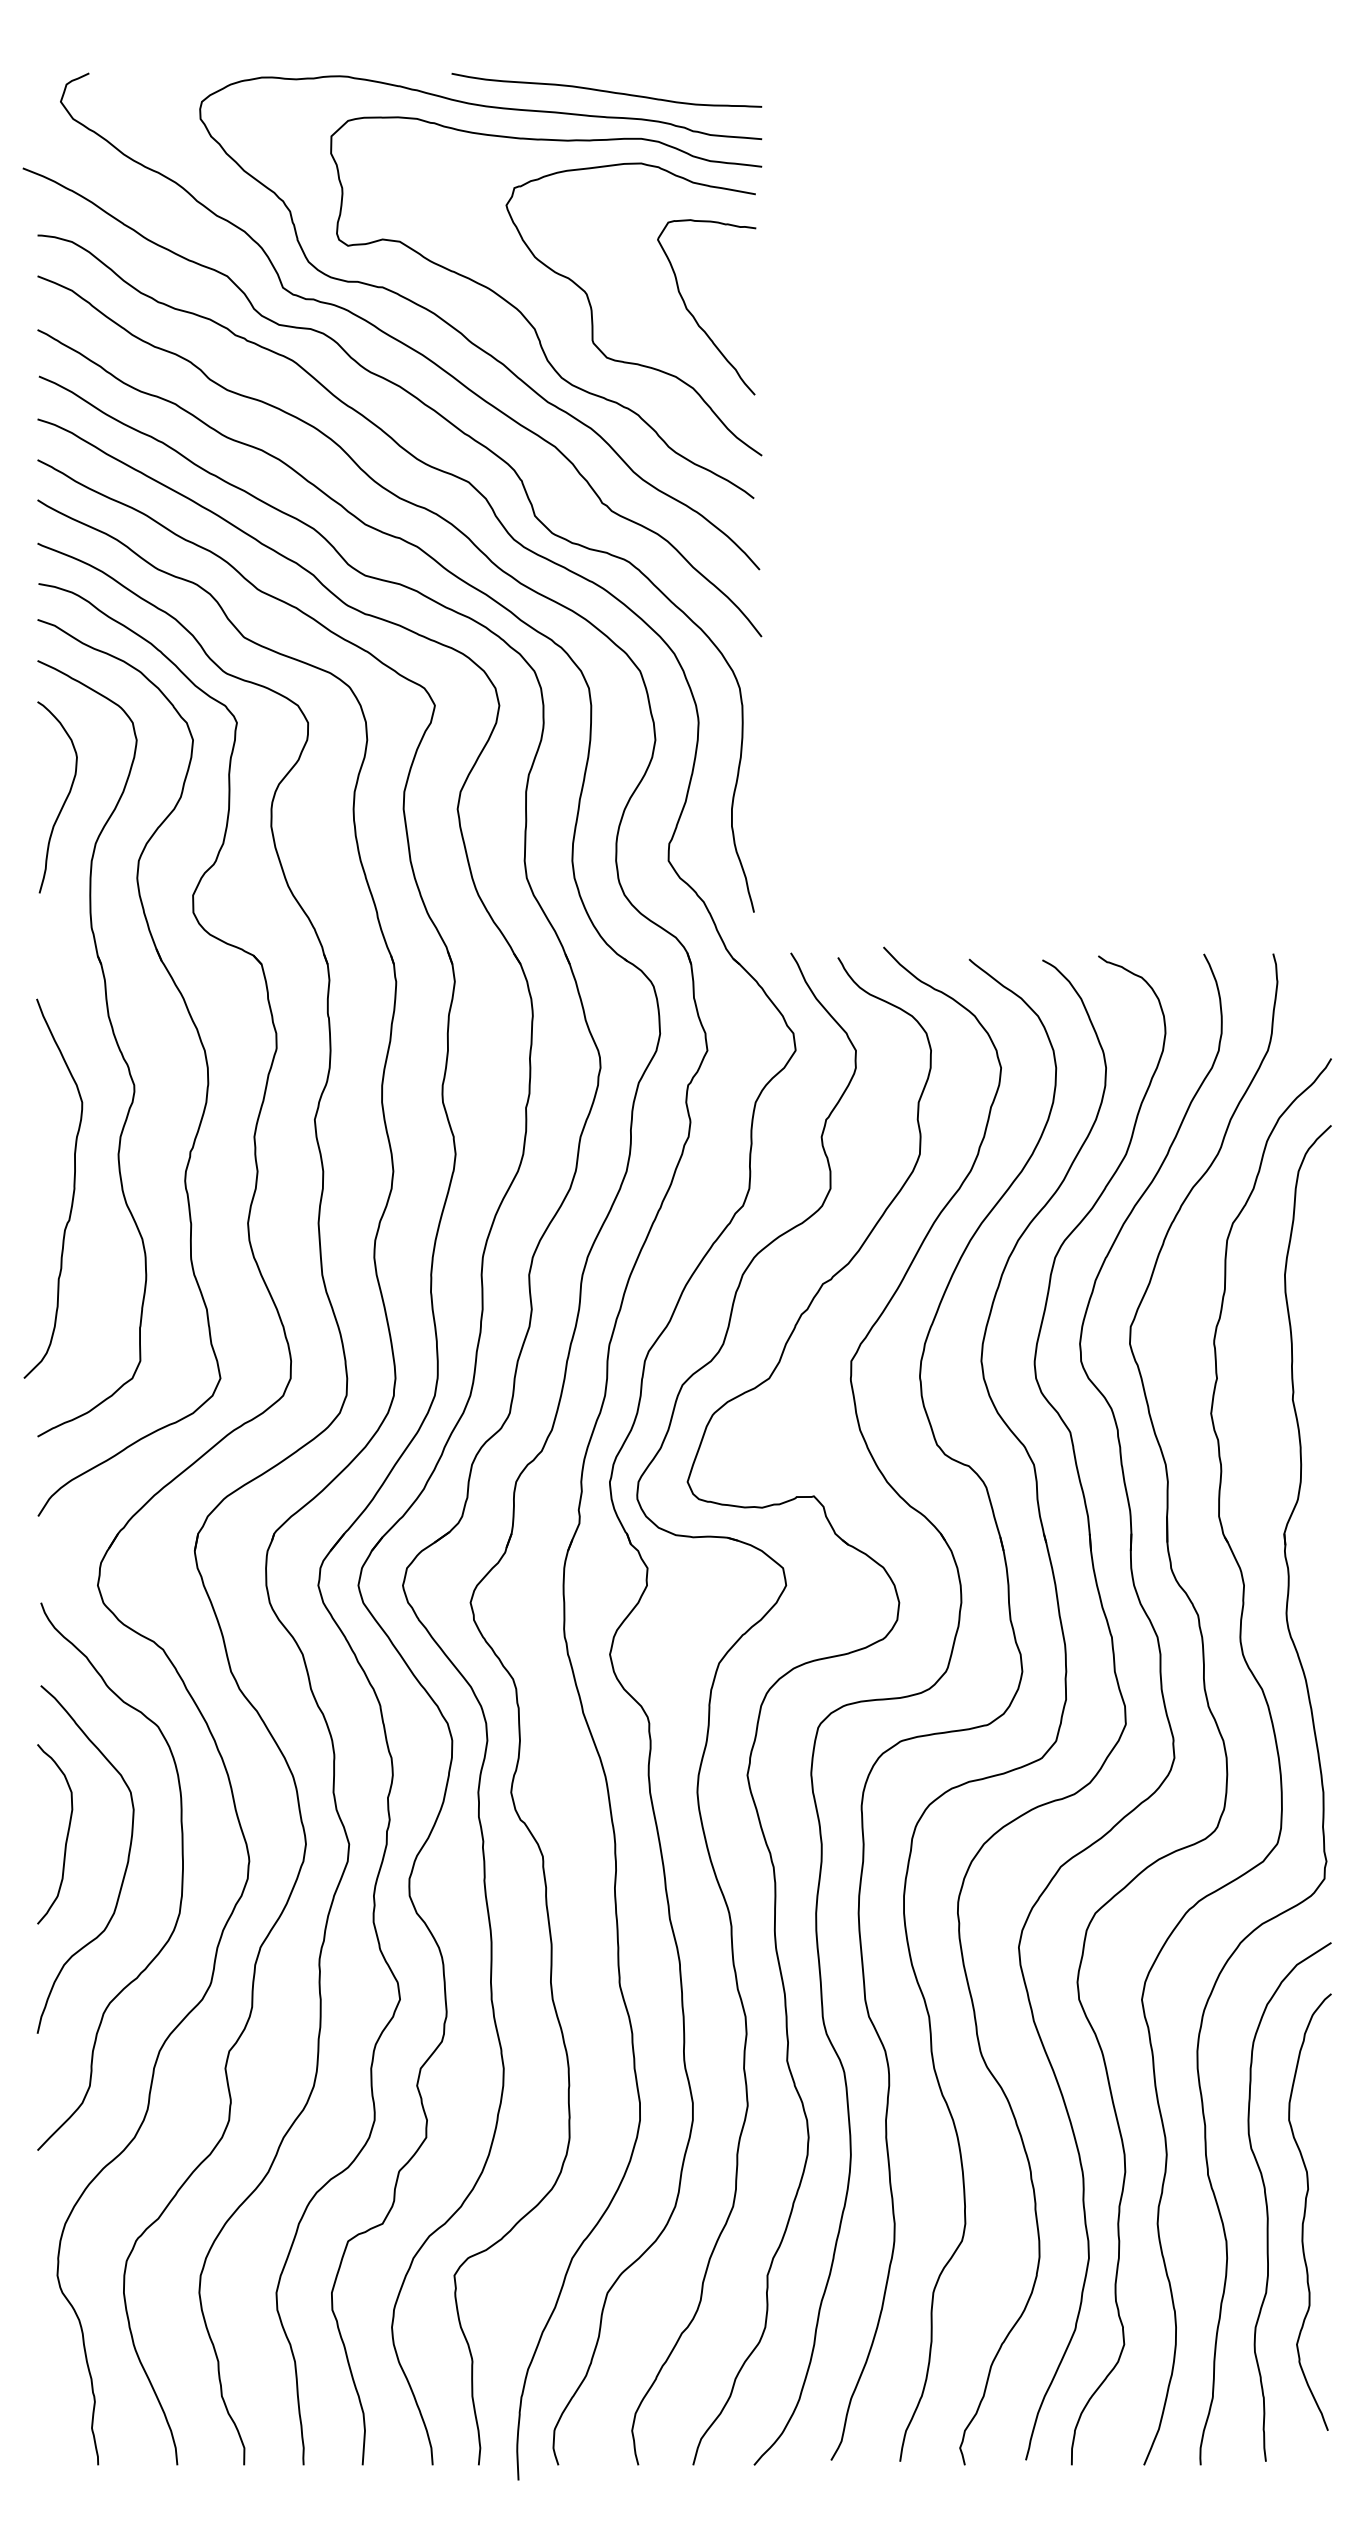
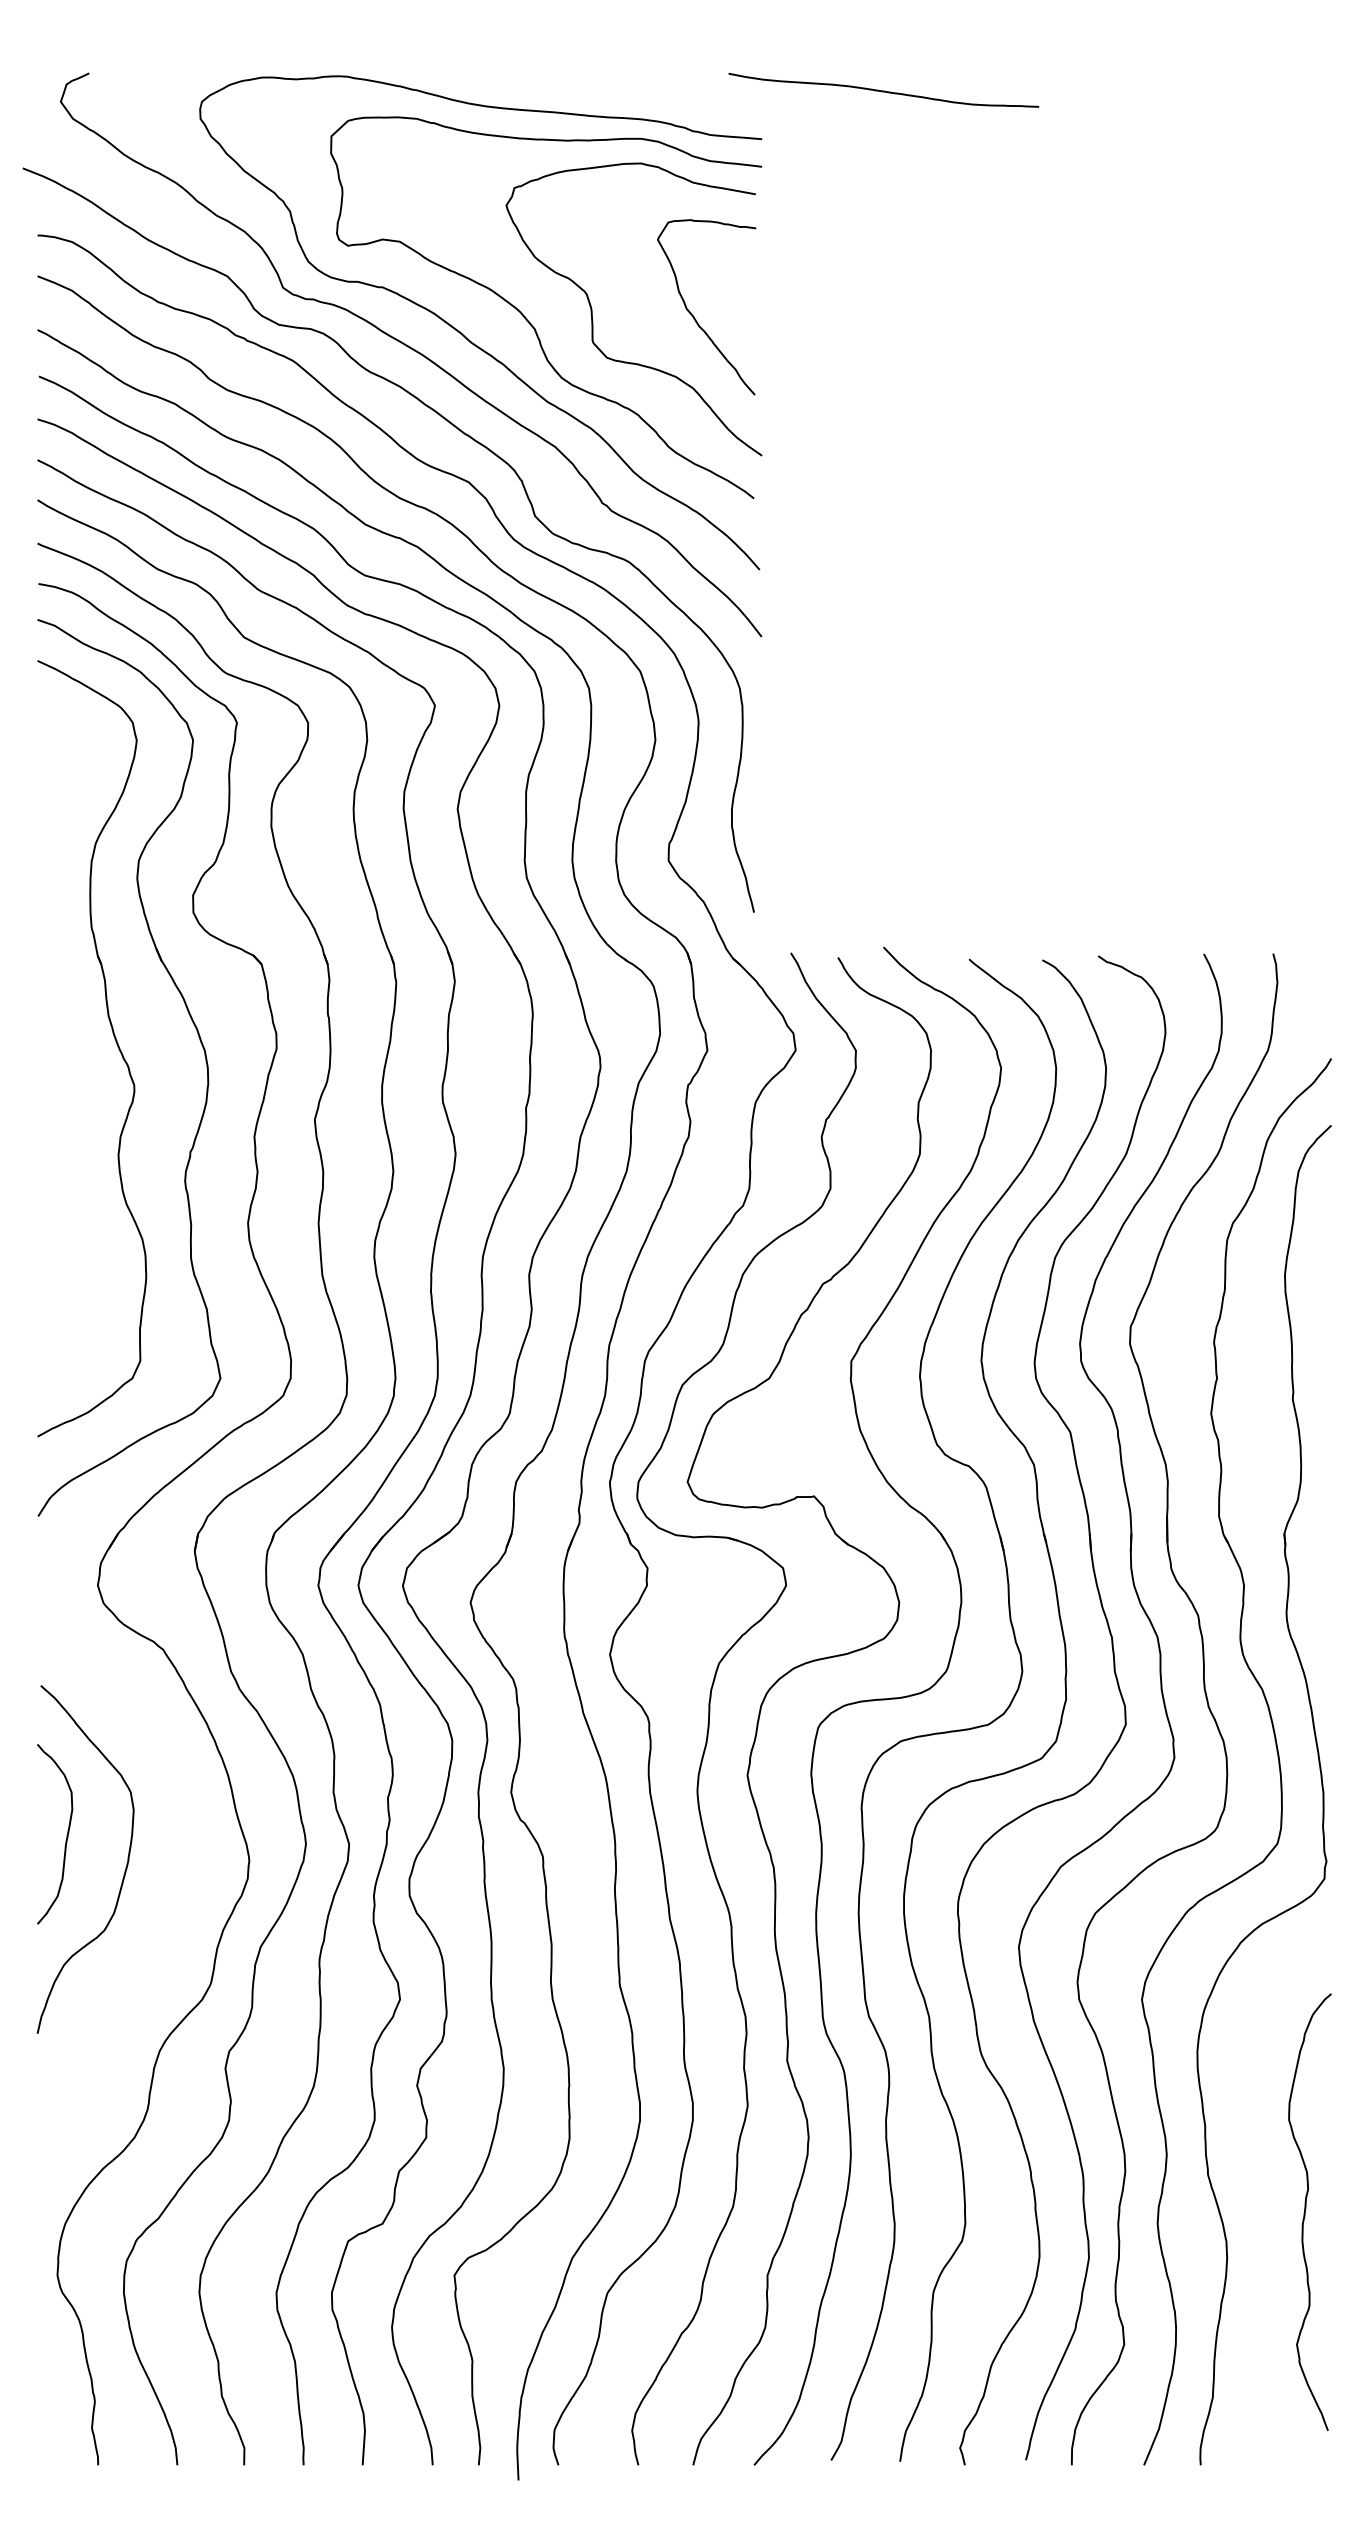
curve at (606, 90) position: (606, 90) -> (883, 90)
curve at (64, 800): present -> none
curve at (72, 1193): present -> none
curve at (181, 1876): present -> none
curve at (1267, 2201): present -> none
